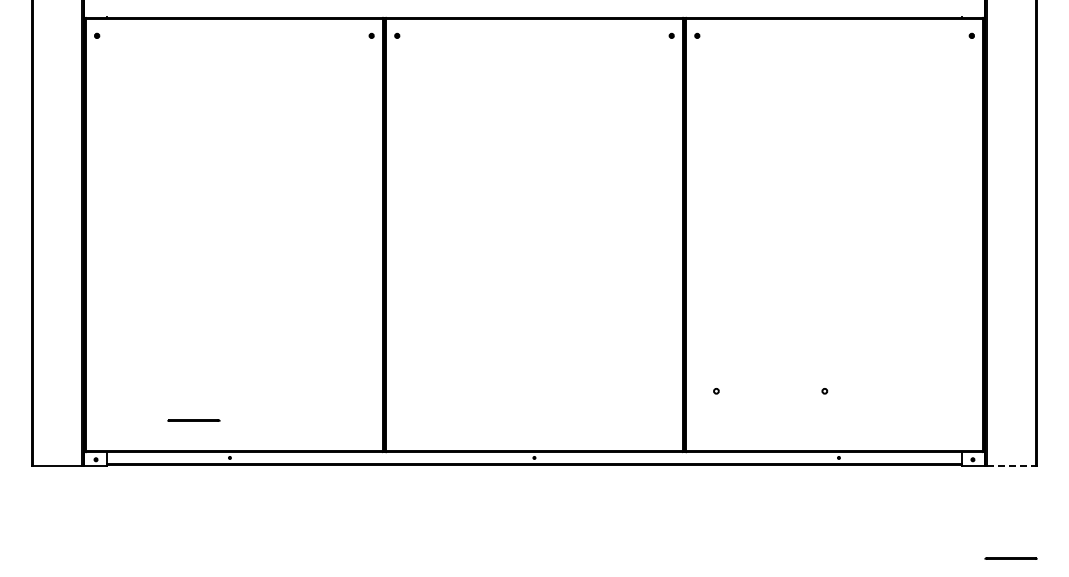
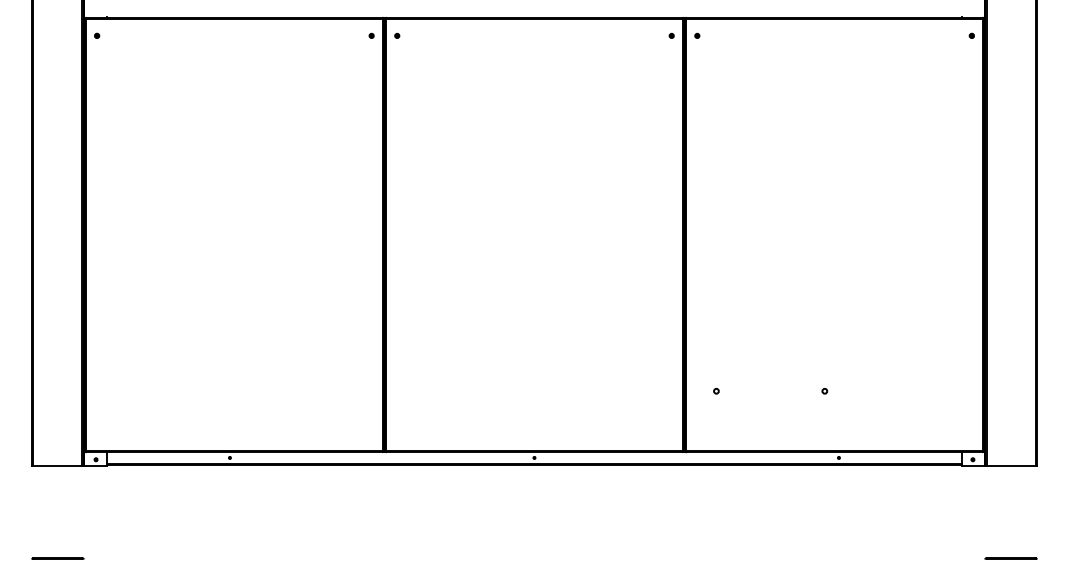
line at (193, 420) position: (193, 420) -> (57, 558)
line at (1011, 466): dashed -> solid
